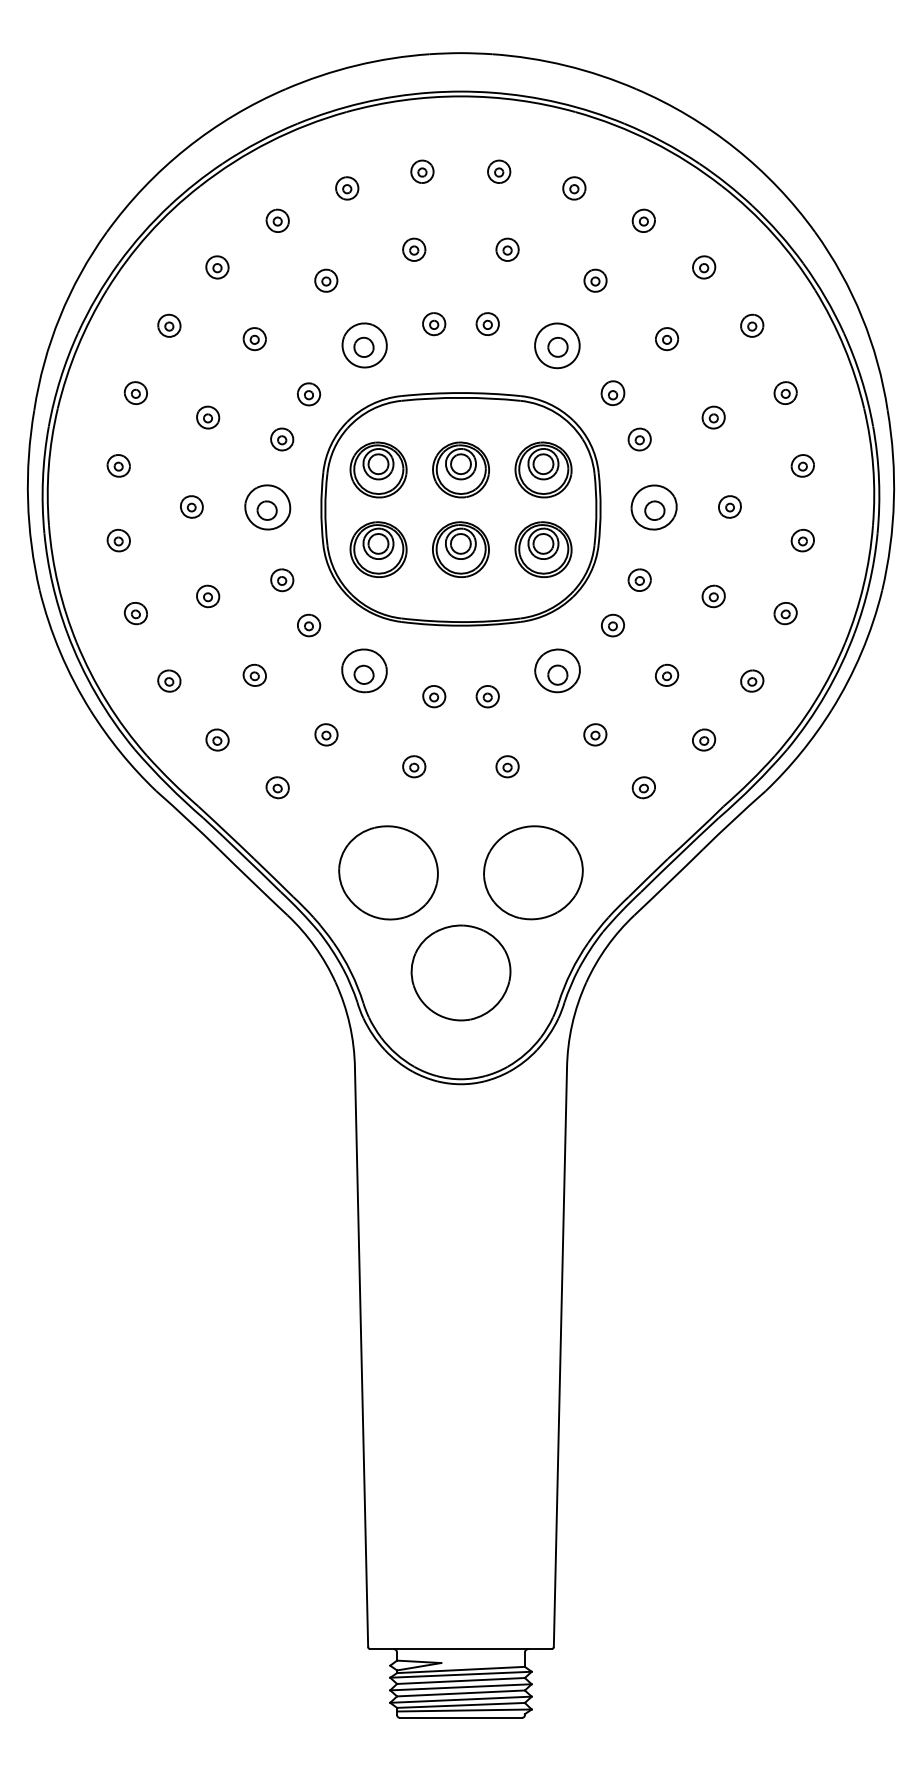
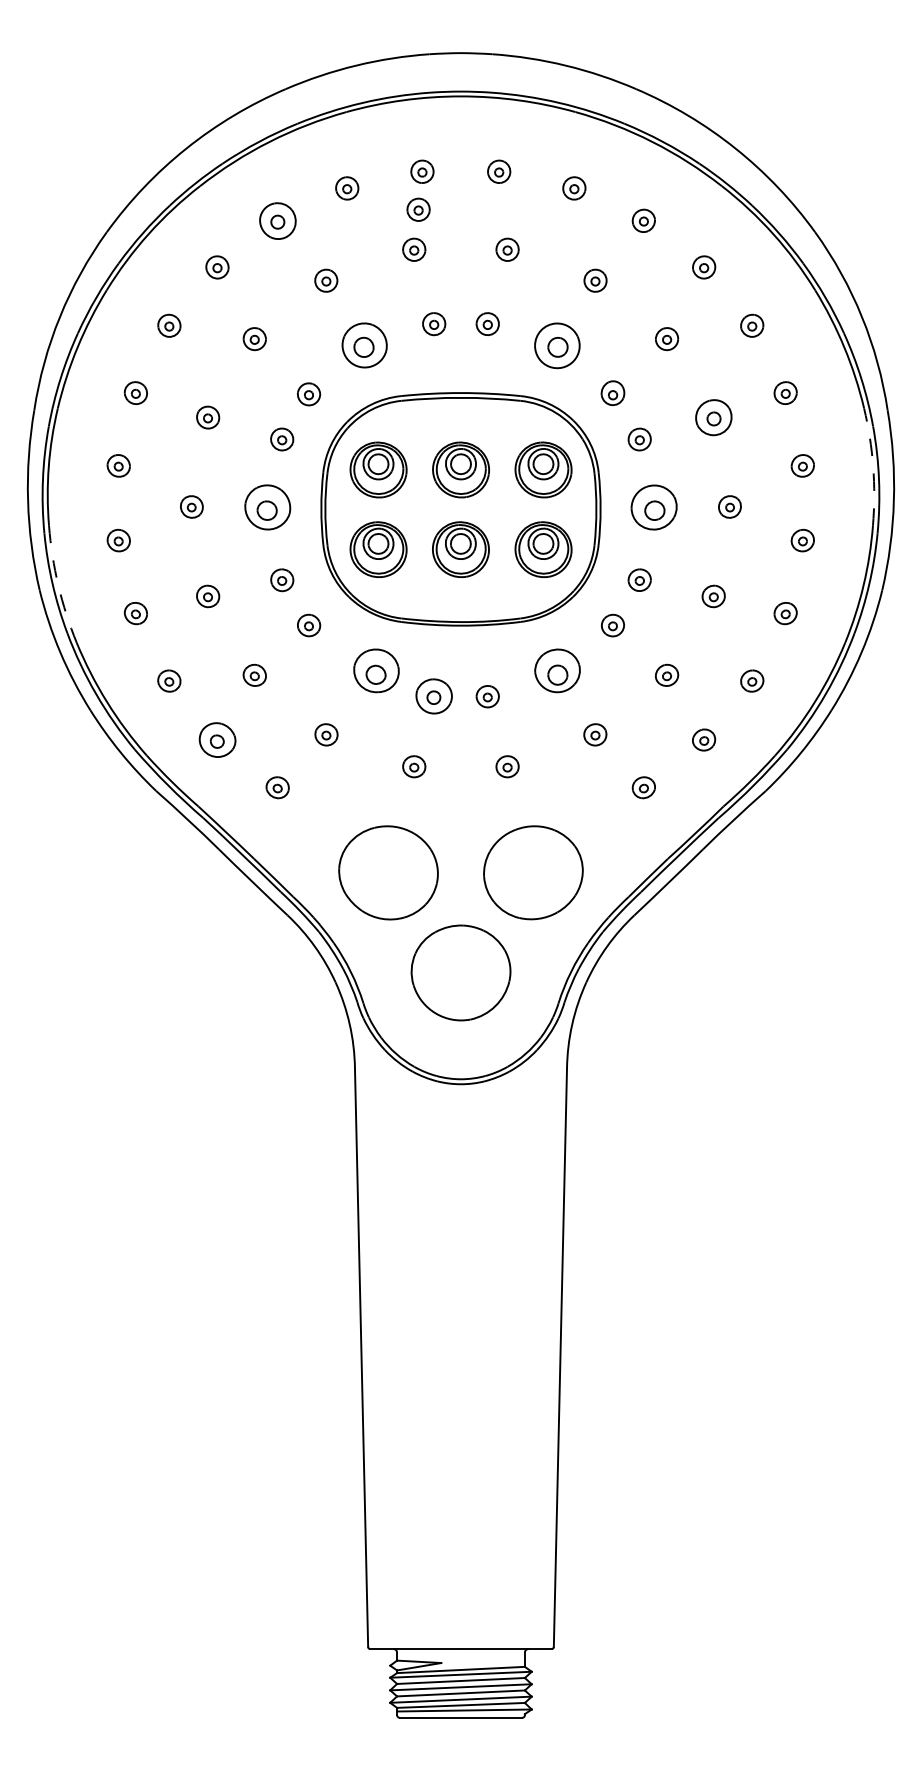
part at (418, 209): none -> present
part at (277, 220) size: 25x25 px -> 38x38 px
part at (713, 417) size: 25x25 px -> 38x38 px
arc at (873, 466): solid -> dashed
arc at (58, 585): solid -> dashed
part at (364, 670) position: (364, 670) -> (376, 670)
part at (434, 696) size: 25x24 px -> 38x37 px
part at (217, 739) size: 25x24 px -> 39x36 px
